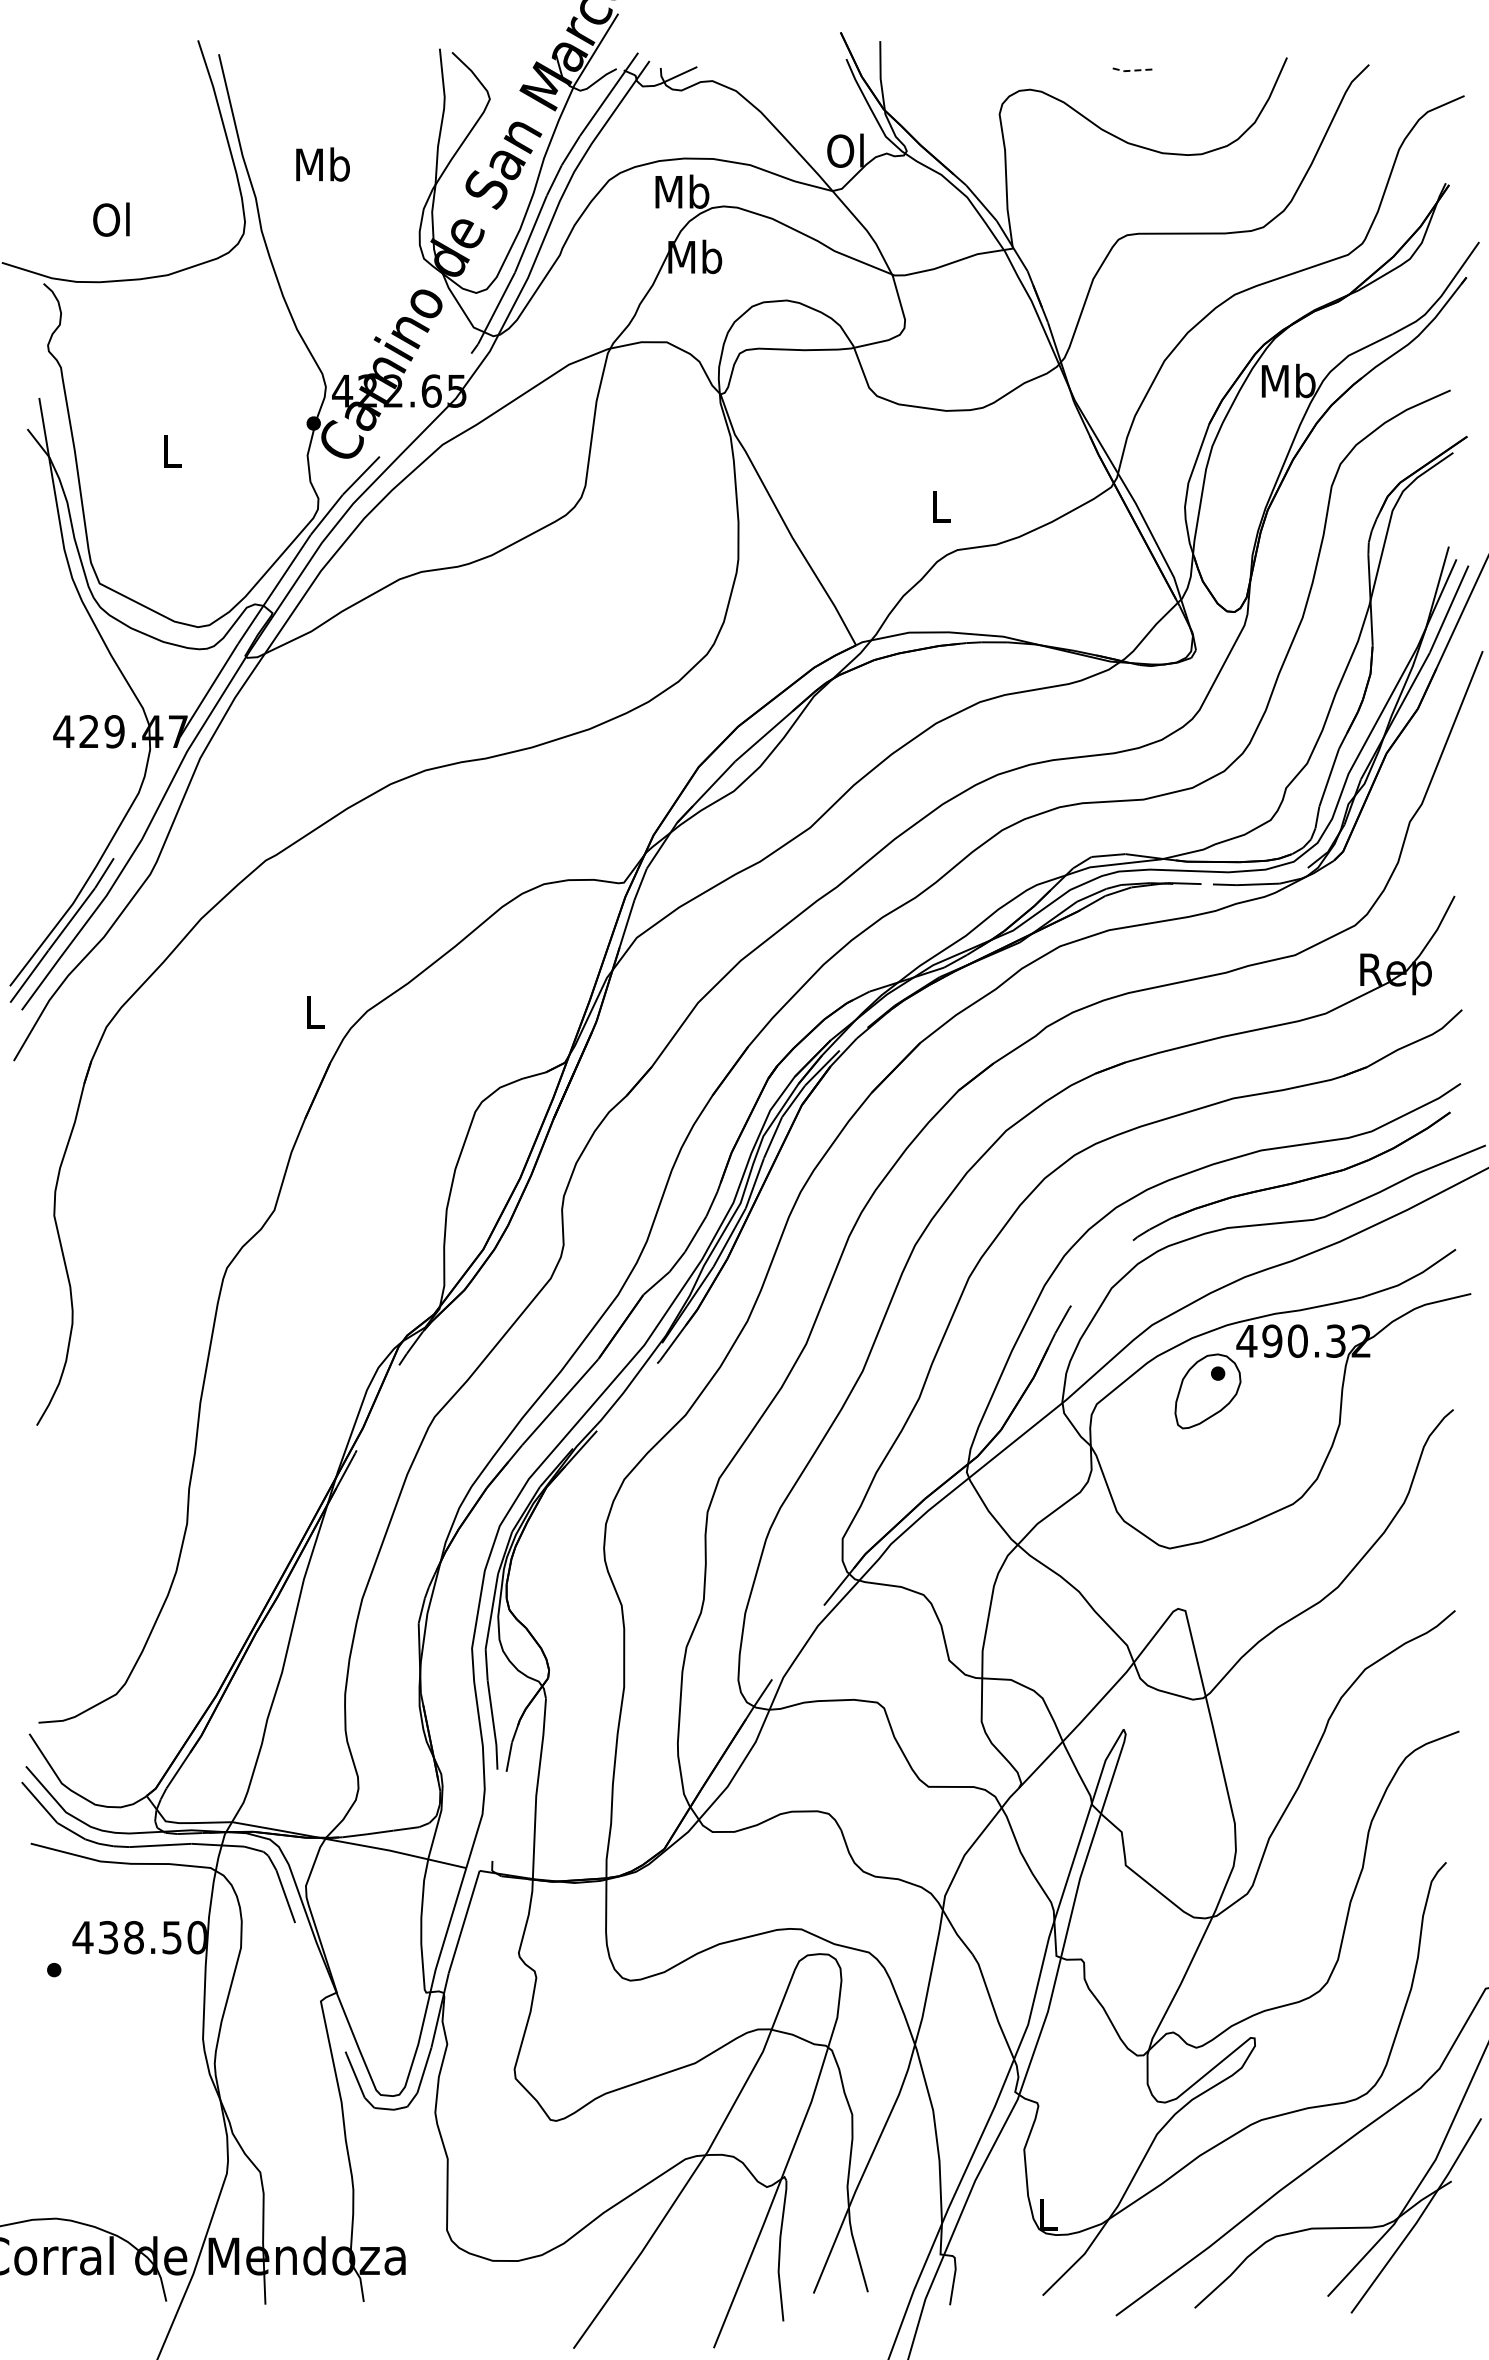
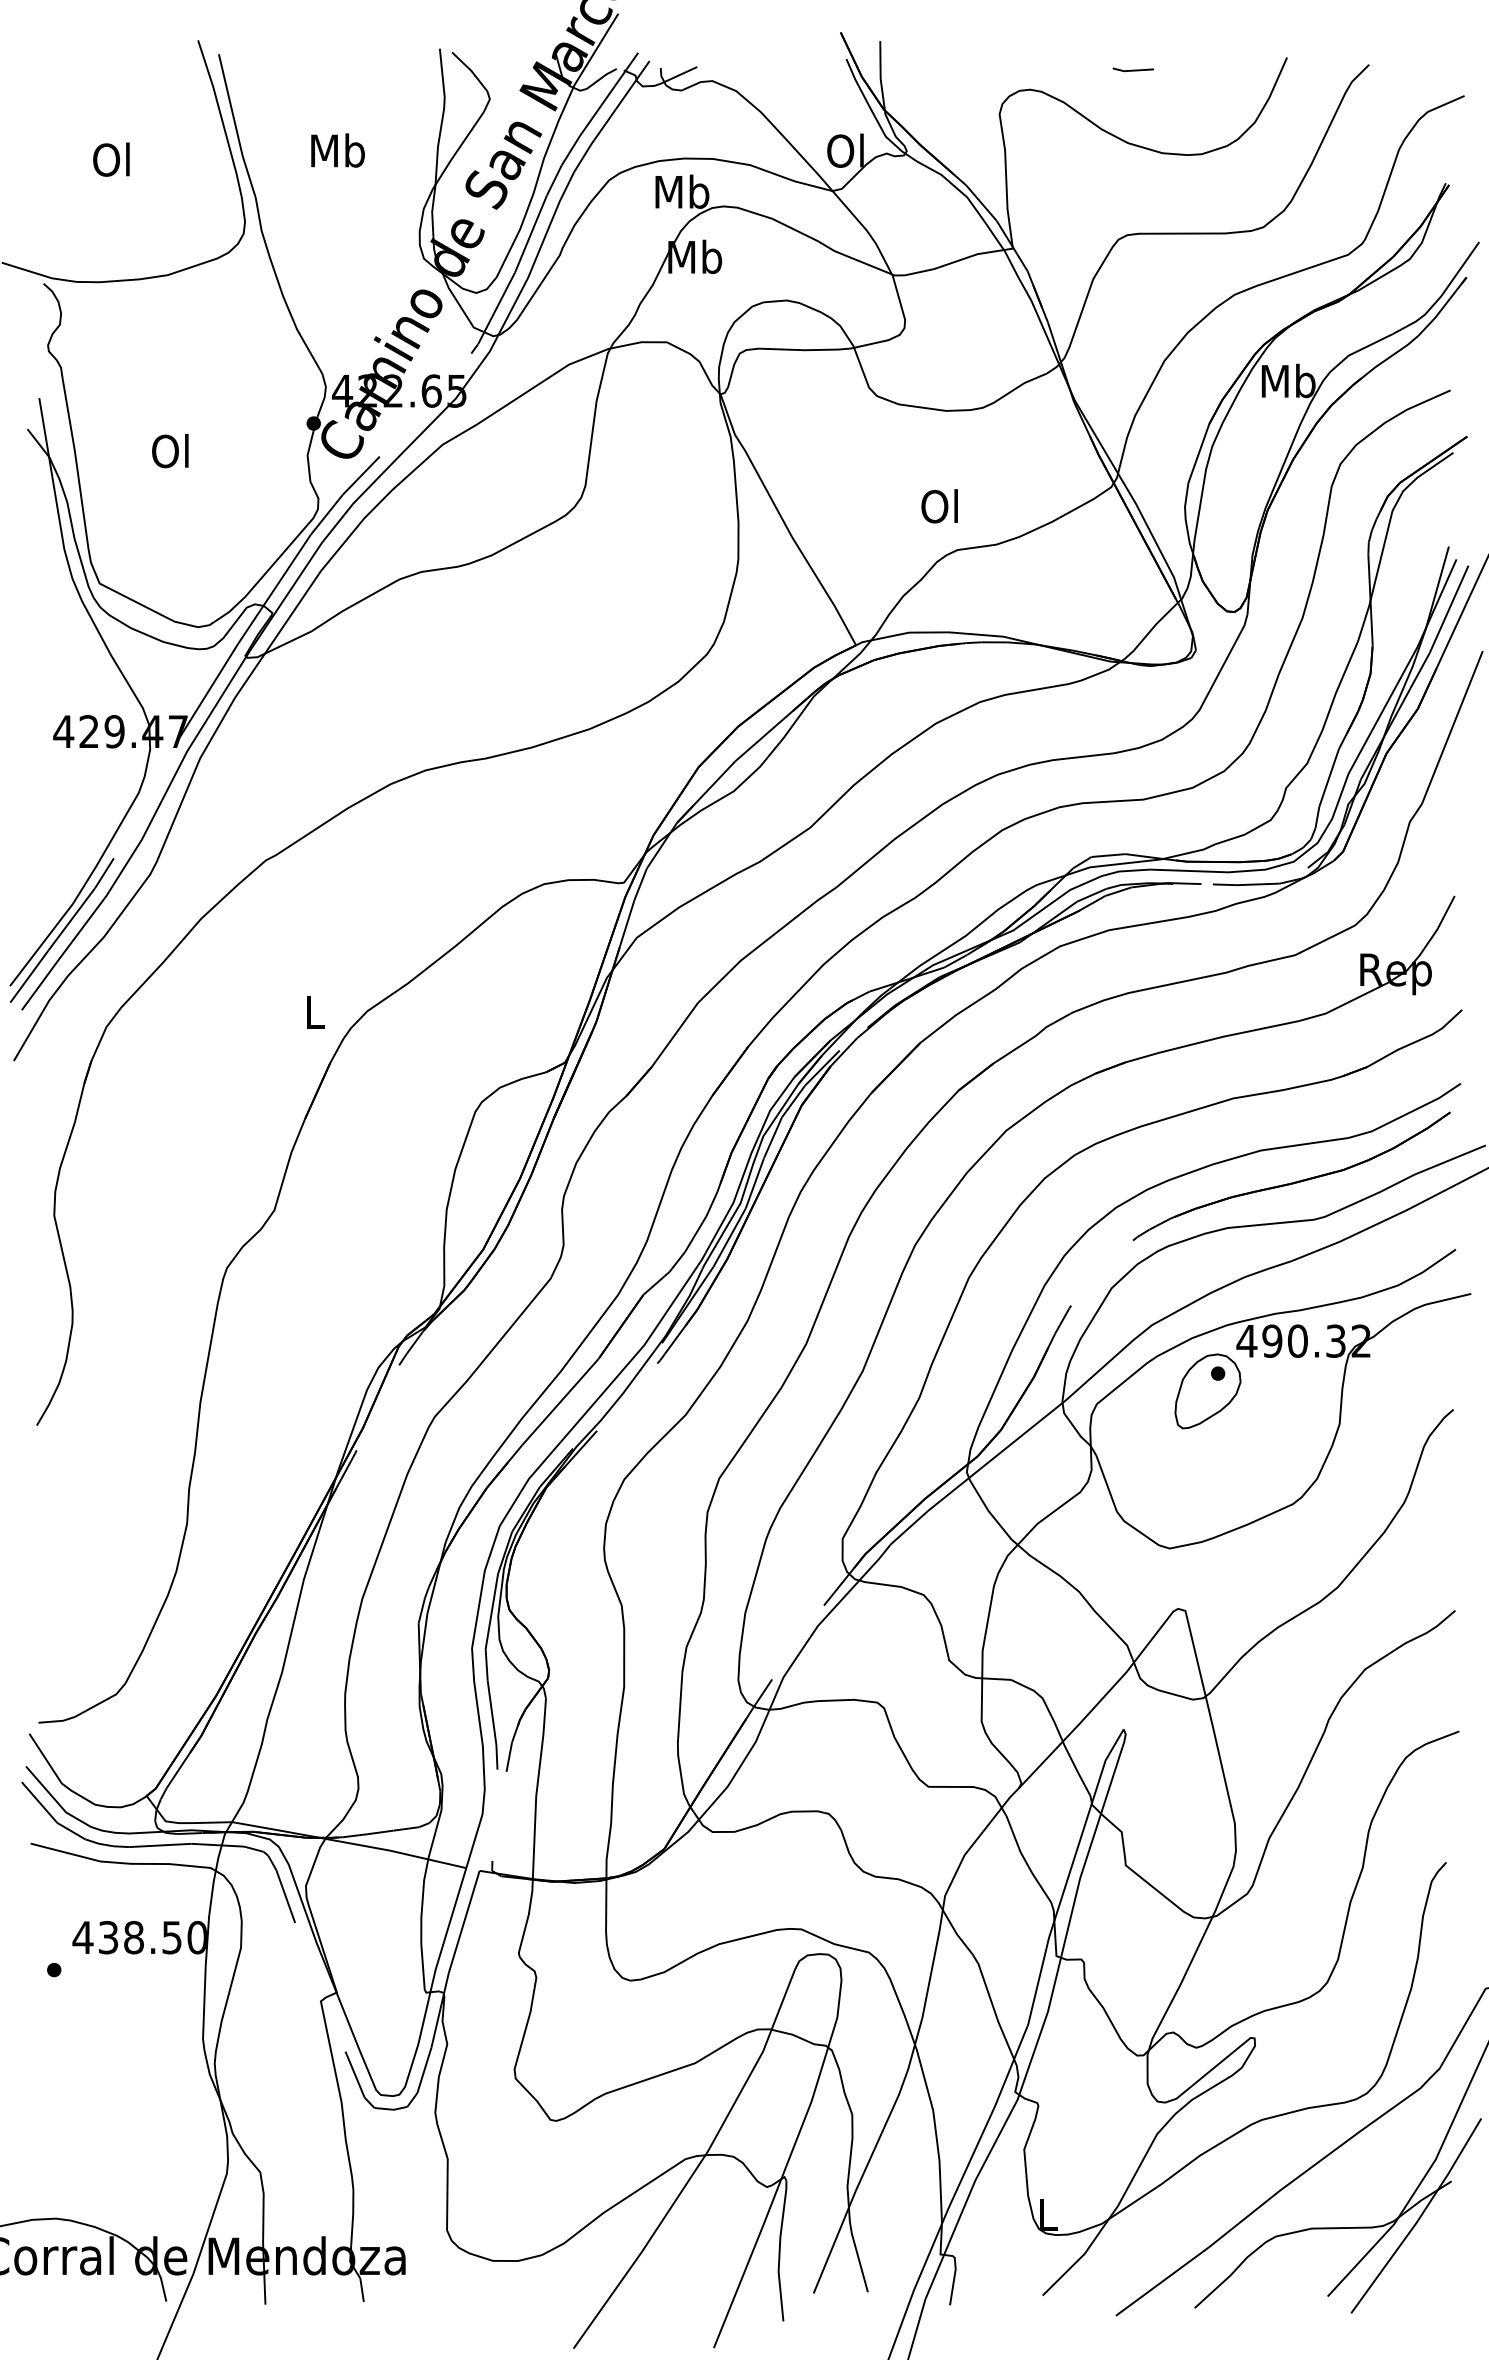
line at (1132, 70): dashed -> solid
text at (322, 164) position: (322, 164) -> (337, 150)
text at (111, 219) position: (111, 219) -> (111, 159)
text at (170, 450): L -> Ol
text at (939, 506): L -> Ol
